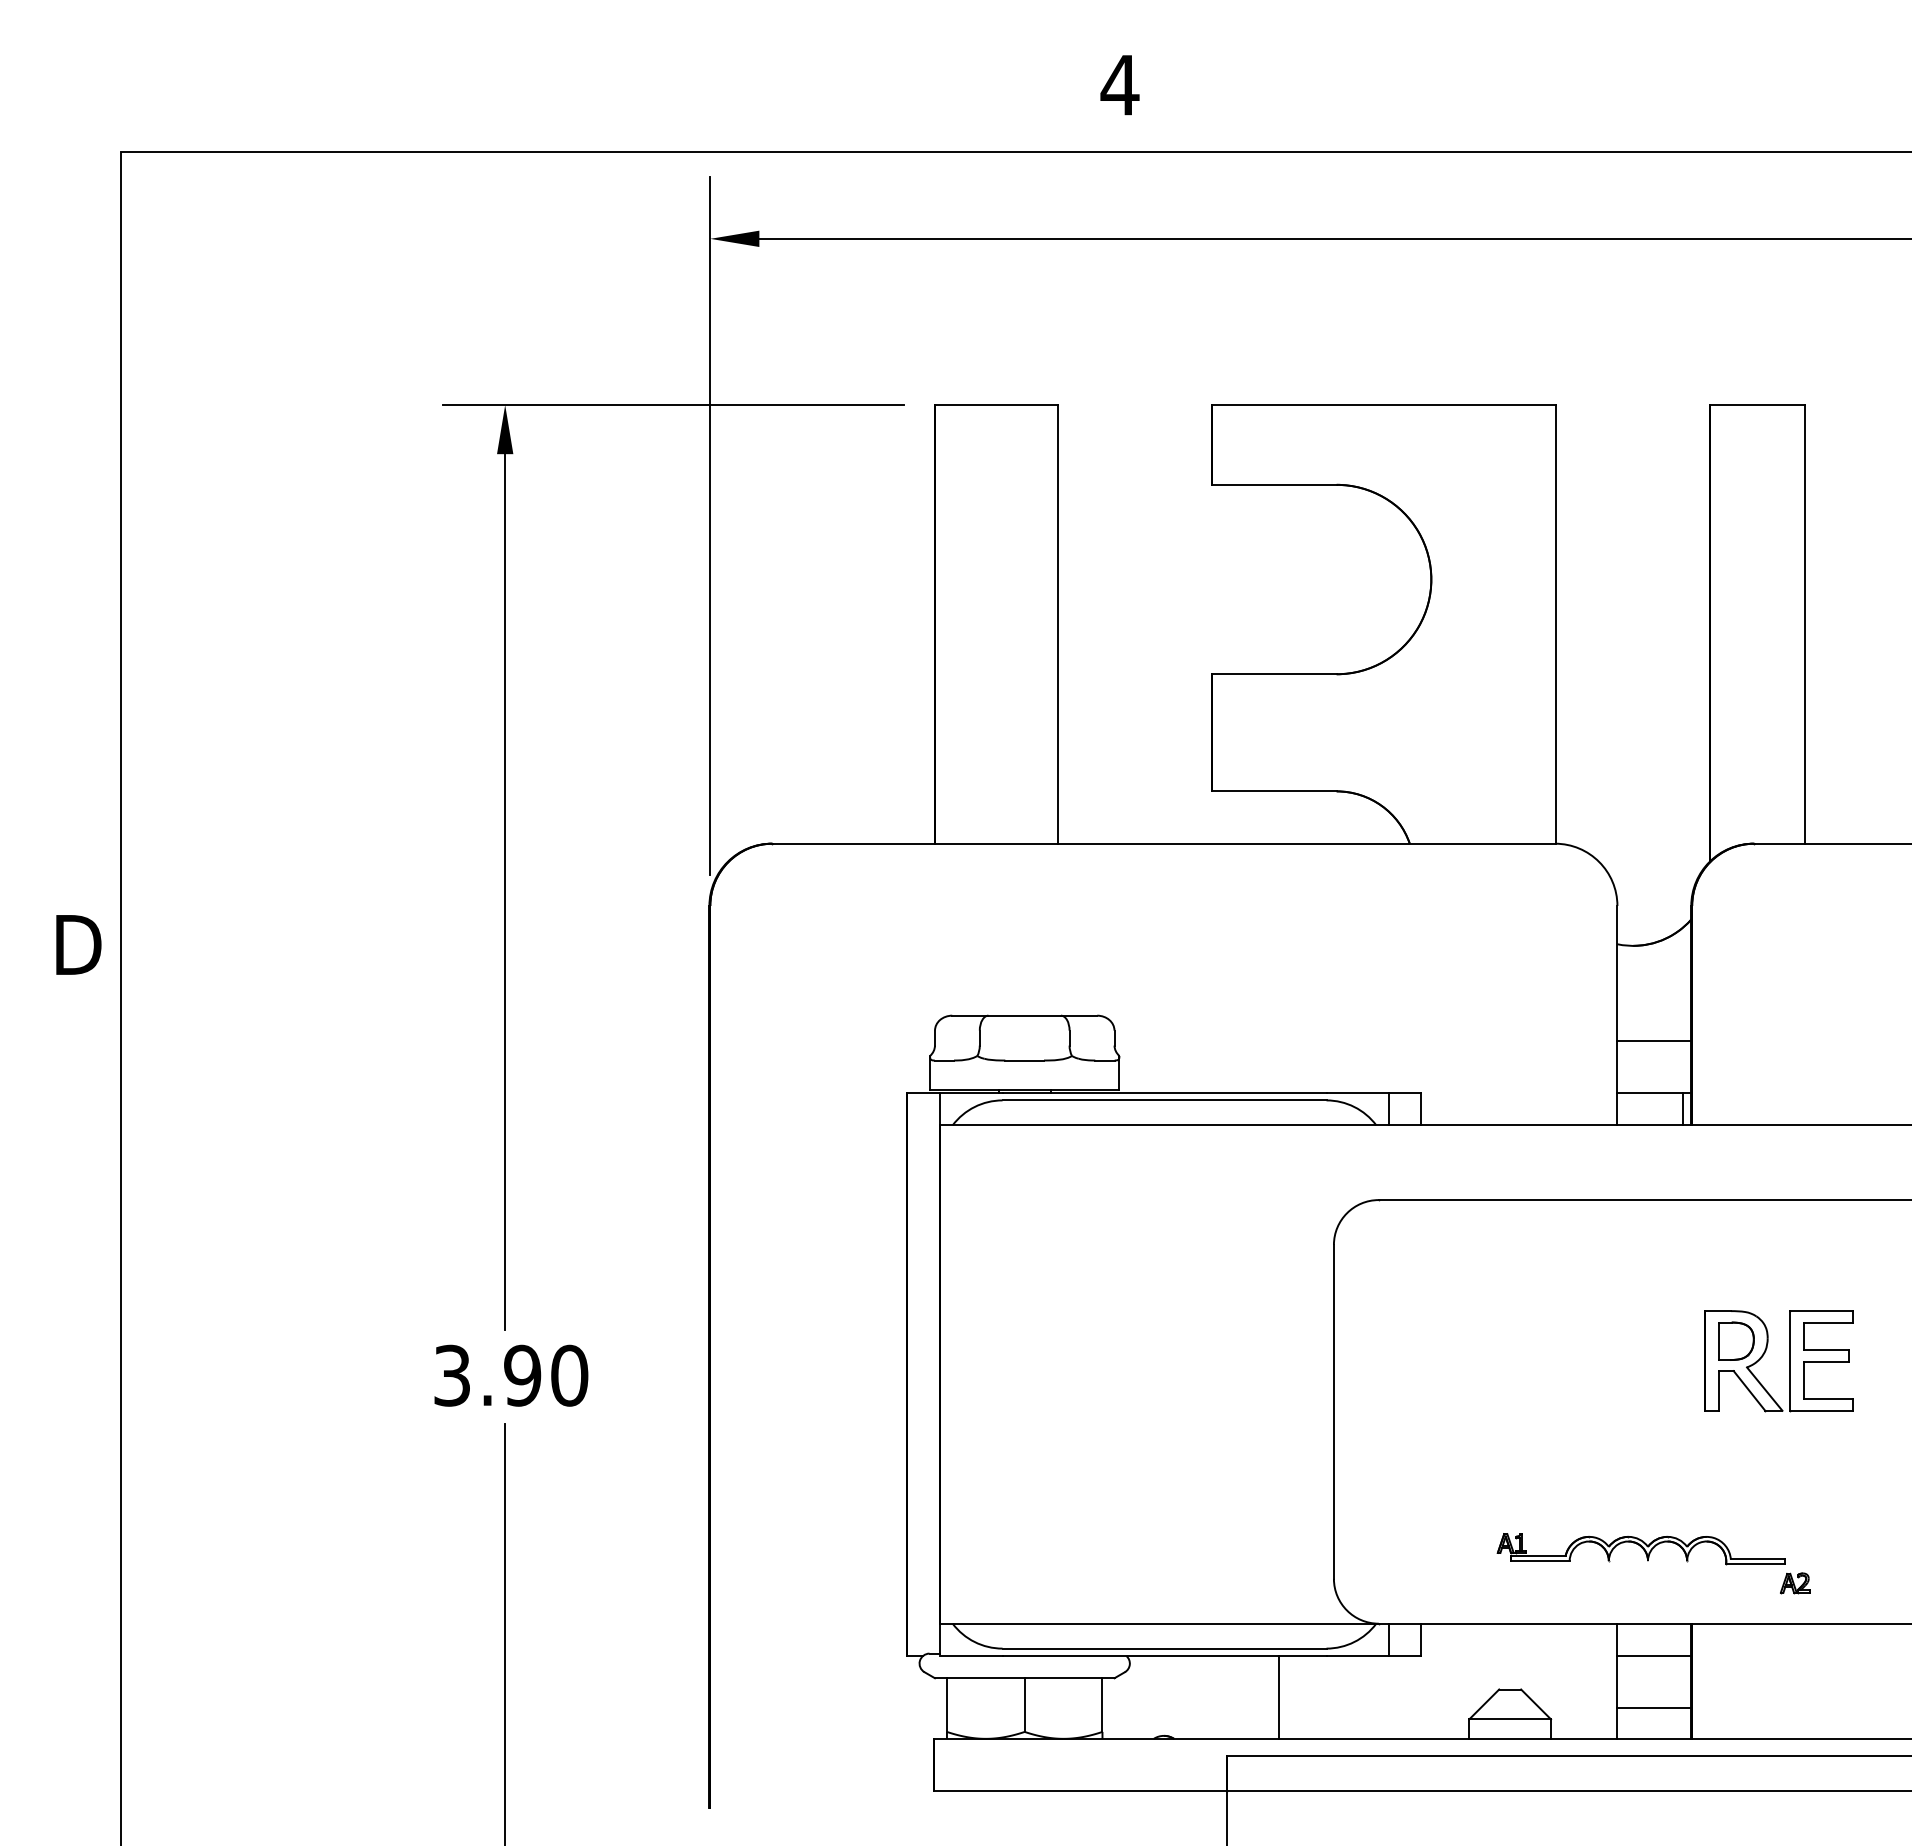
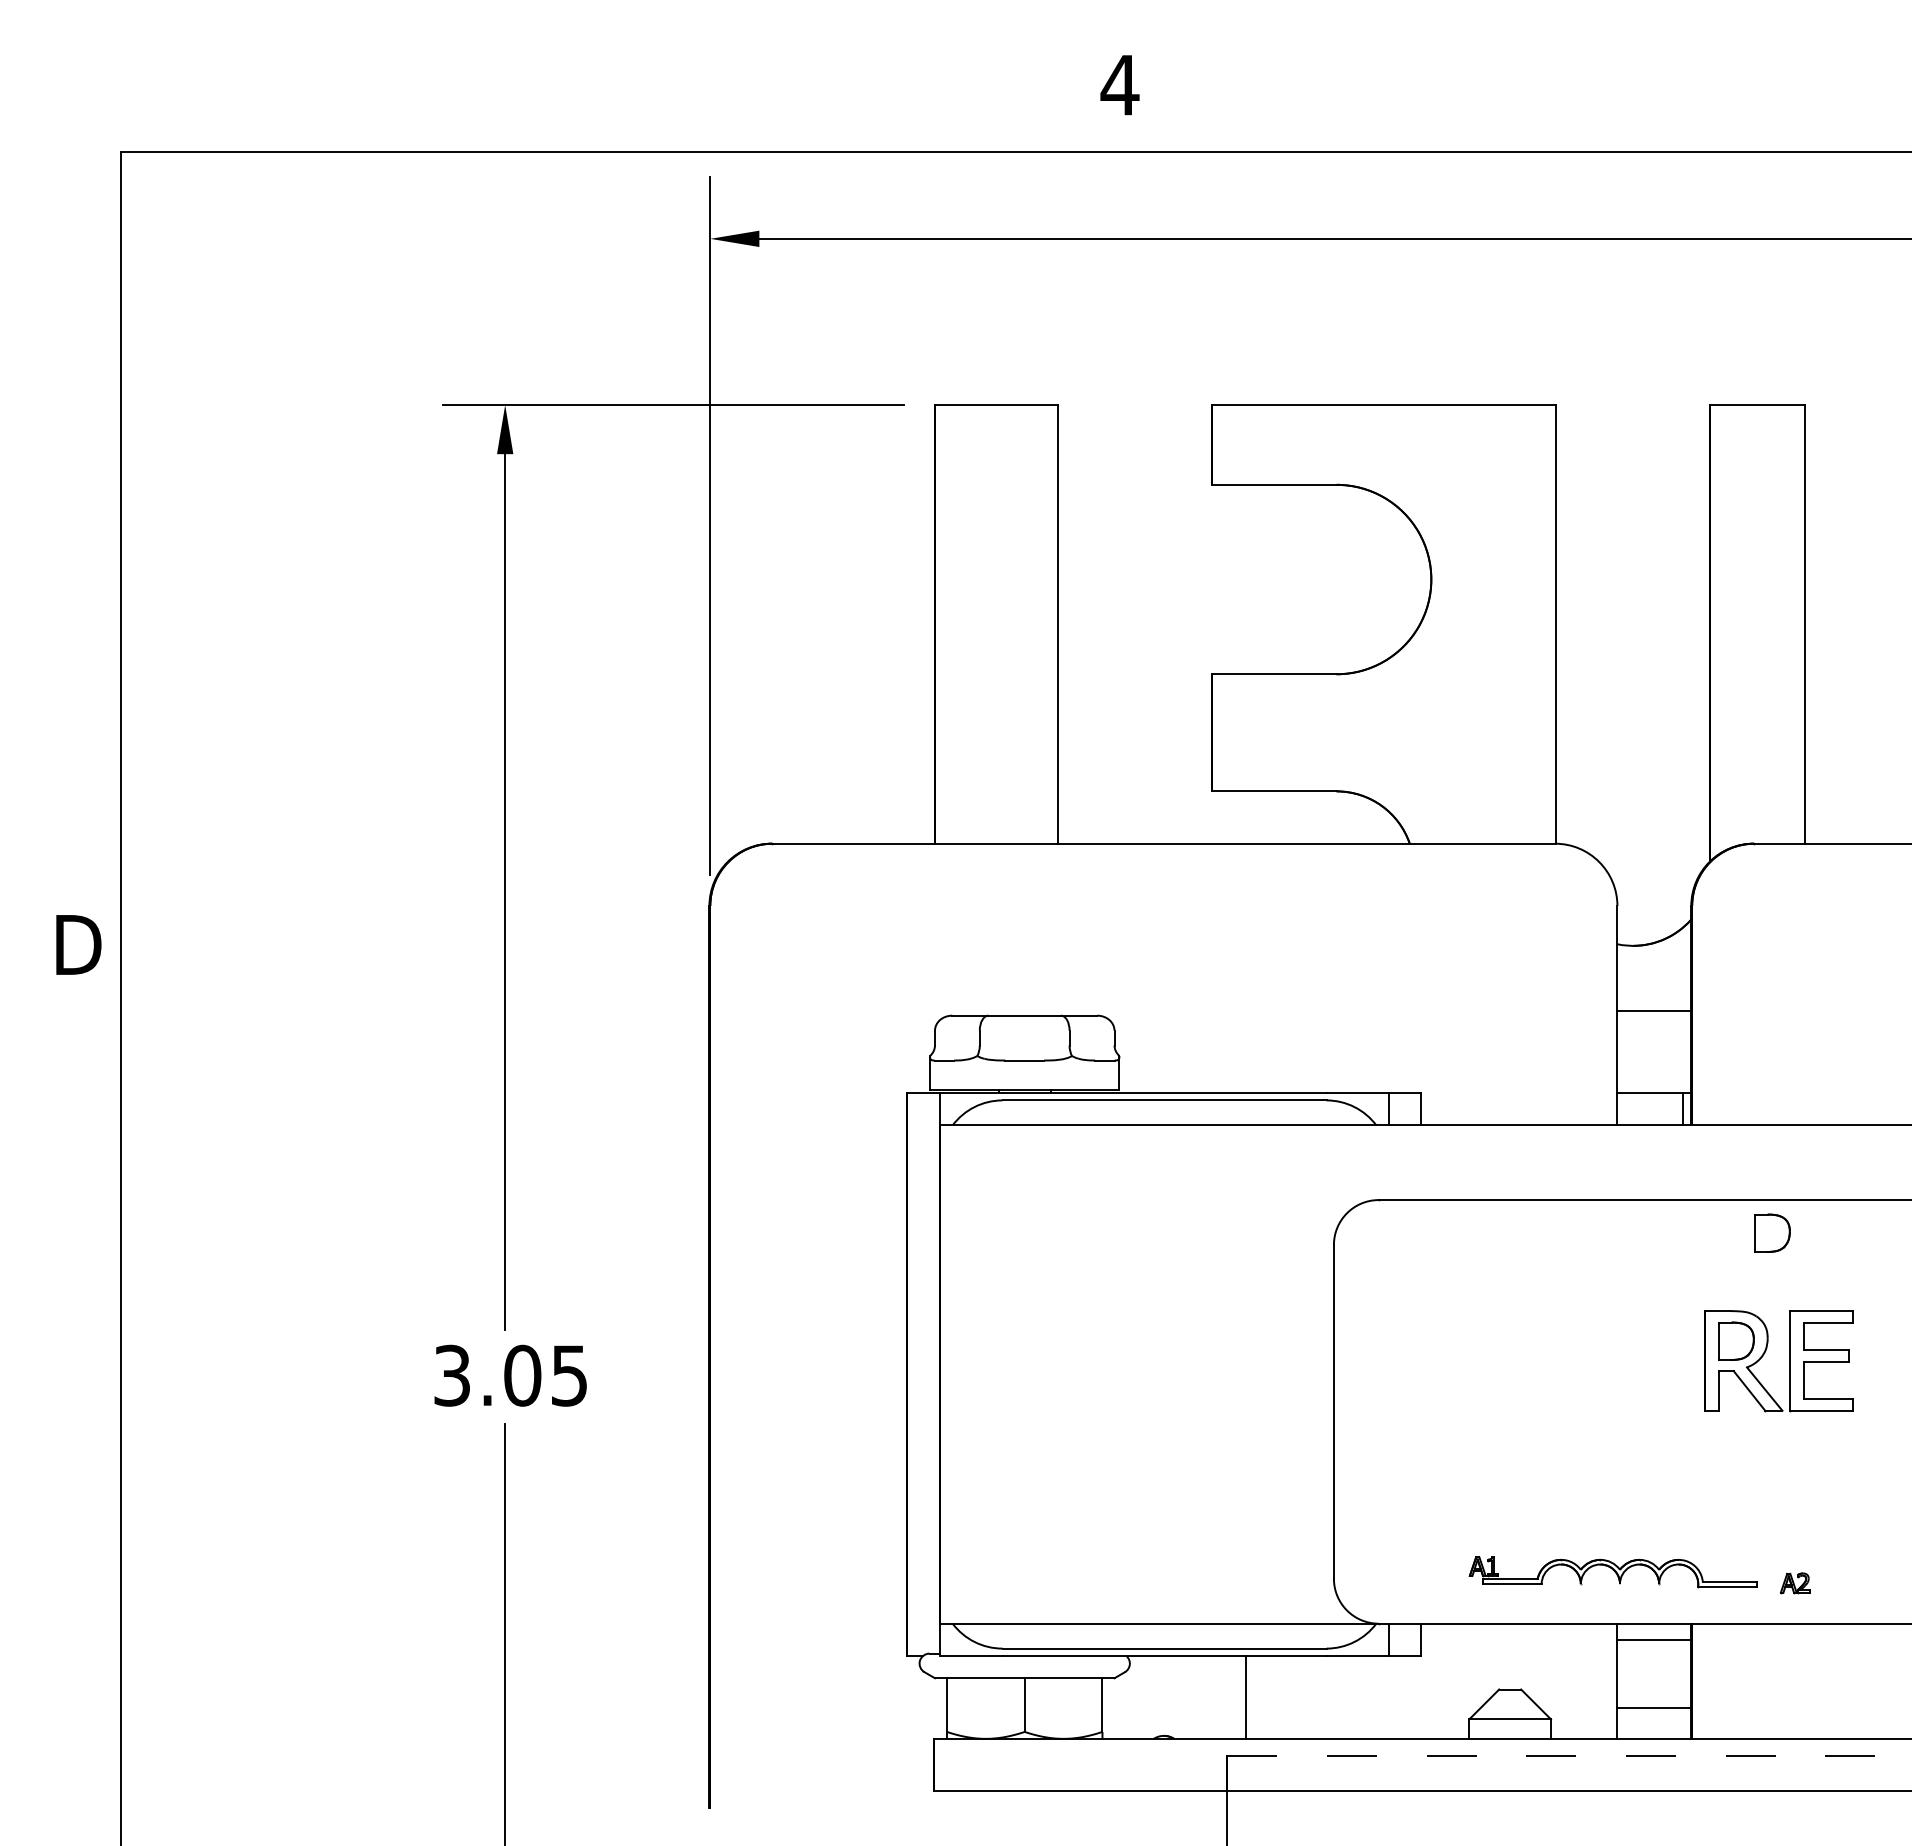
line at (1654, 1040) position: (1654, 1040) -> (1654, 1010)
part at (1772, 1232): none -> present
text at (546, 1375): 3.90 -> 3.05
part at (1640, 1549) position: (1640, 1549) -> (1612, 1572)
line at (1654, 1656) position: (1654, 1656) -> (1654, 1640)
line at (1278, 1697) position: (1278, 1697) -> (1245, 1697)
line at (1569, 1755): solid -> dashed
